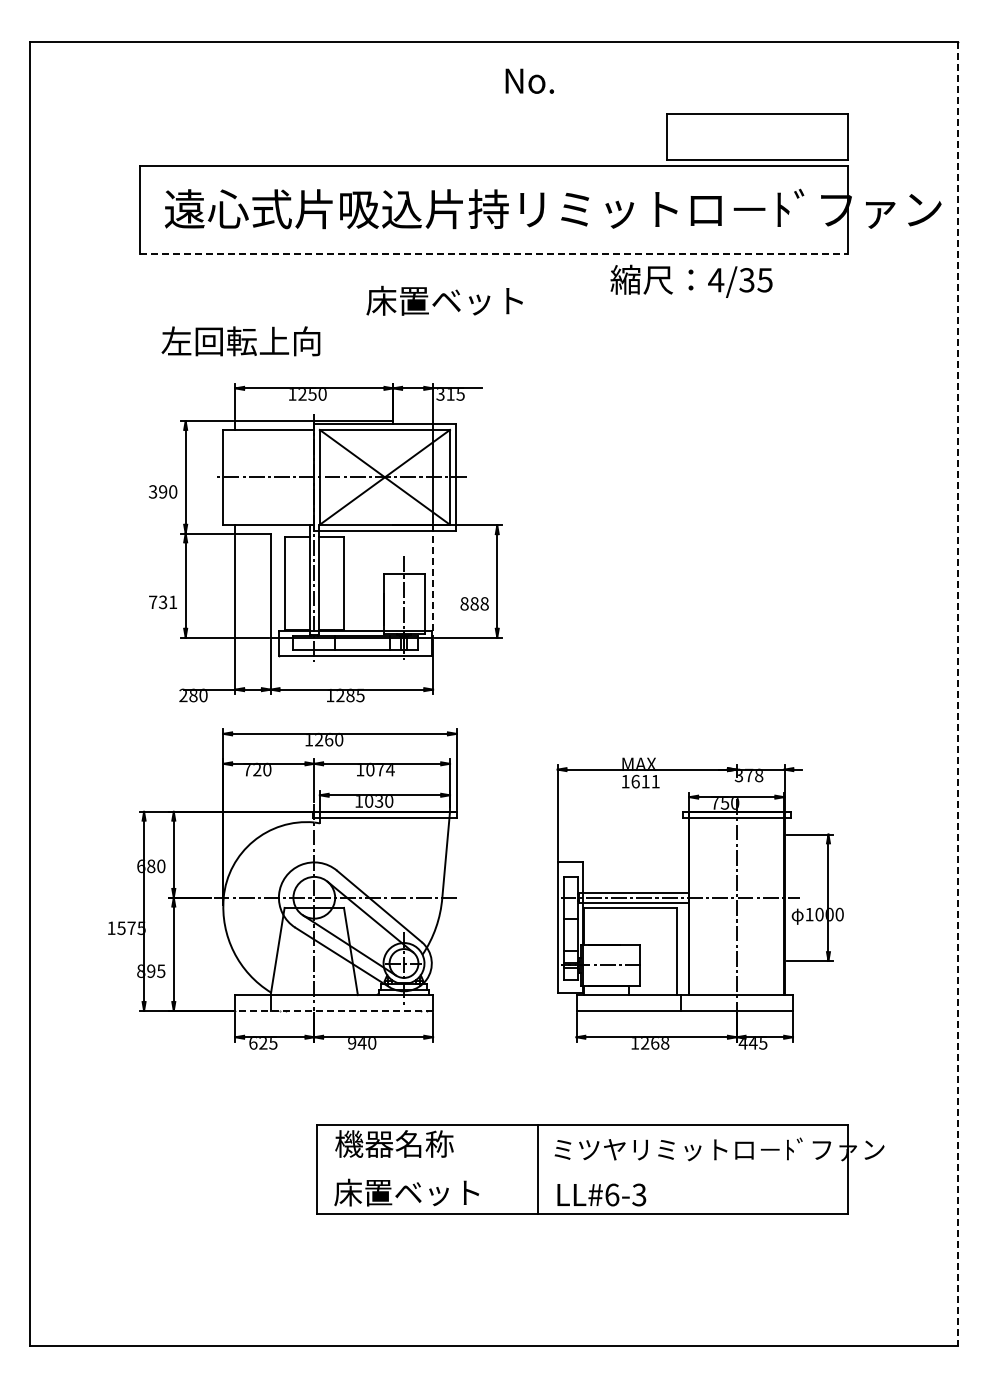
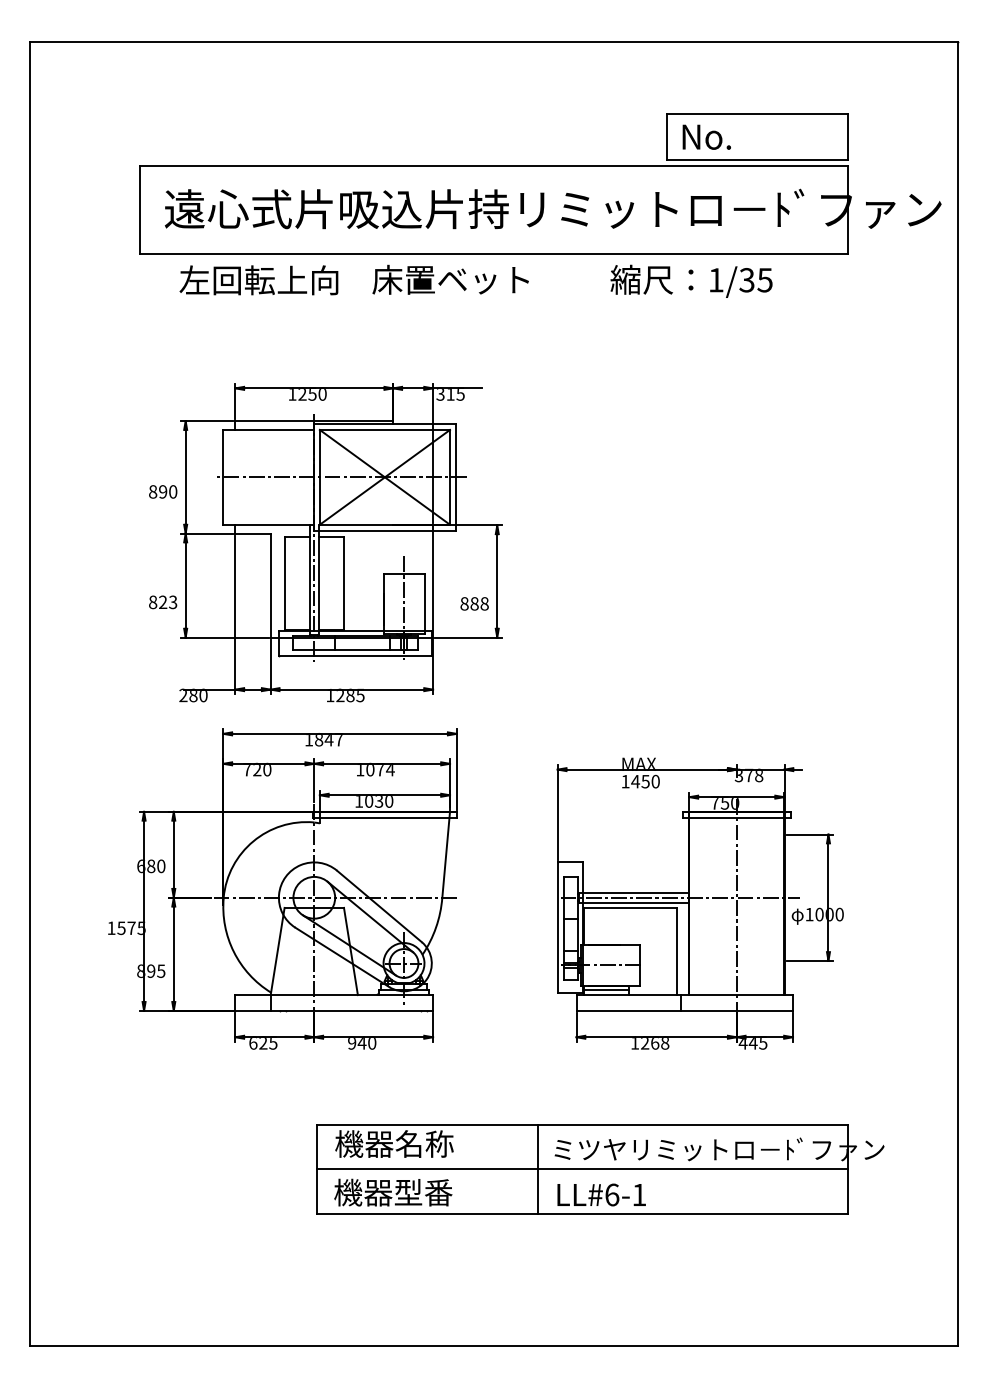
text at (529, 80) position: (529, 80) -> (706, 136)
line at (494, 254): dashed -> solid
text at (716, 280): 4/35 -> 1/35
text at (444, 300) position: (444, 300) -> (450, 279)
text at (240, 341) position: (240, 341) -> (258, 280)
text at (153, 491): 390 -> 890
line at (433, 581): dashed -> solid
text at (163, 602): 731 -> 823
line at (958, 694): dashed -> solid
text at (329, 739): 1260 -> 1847
text at (645, 781): 1611 -> 1450
line at (606, 990): none -> present
line at (334, 1010): dashed -> solid
line at (582, 1169): none -> present
text at (406, 1192): 床置ベット -> 機器型番
text at (639, 1194): LL#6-3 -> LL#6-1
